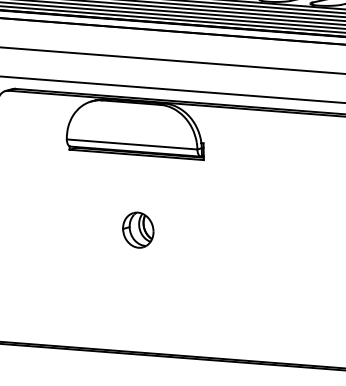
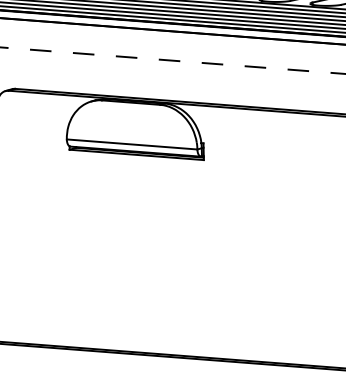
line at (172, 60): solid -> dashed
line at (172, 89): present -> none
part at (138, 229): present -> none
